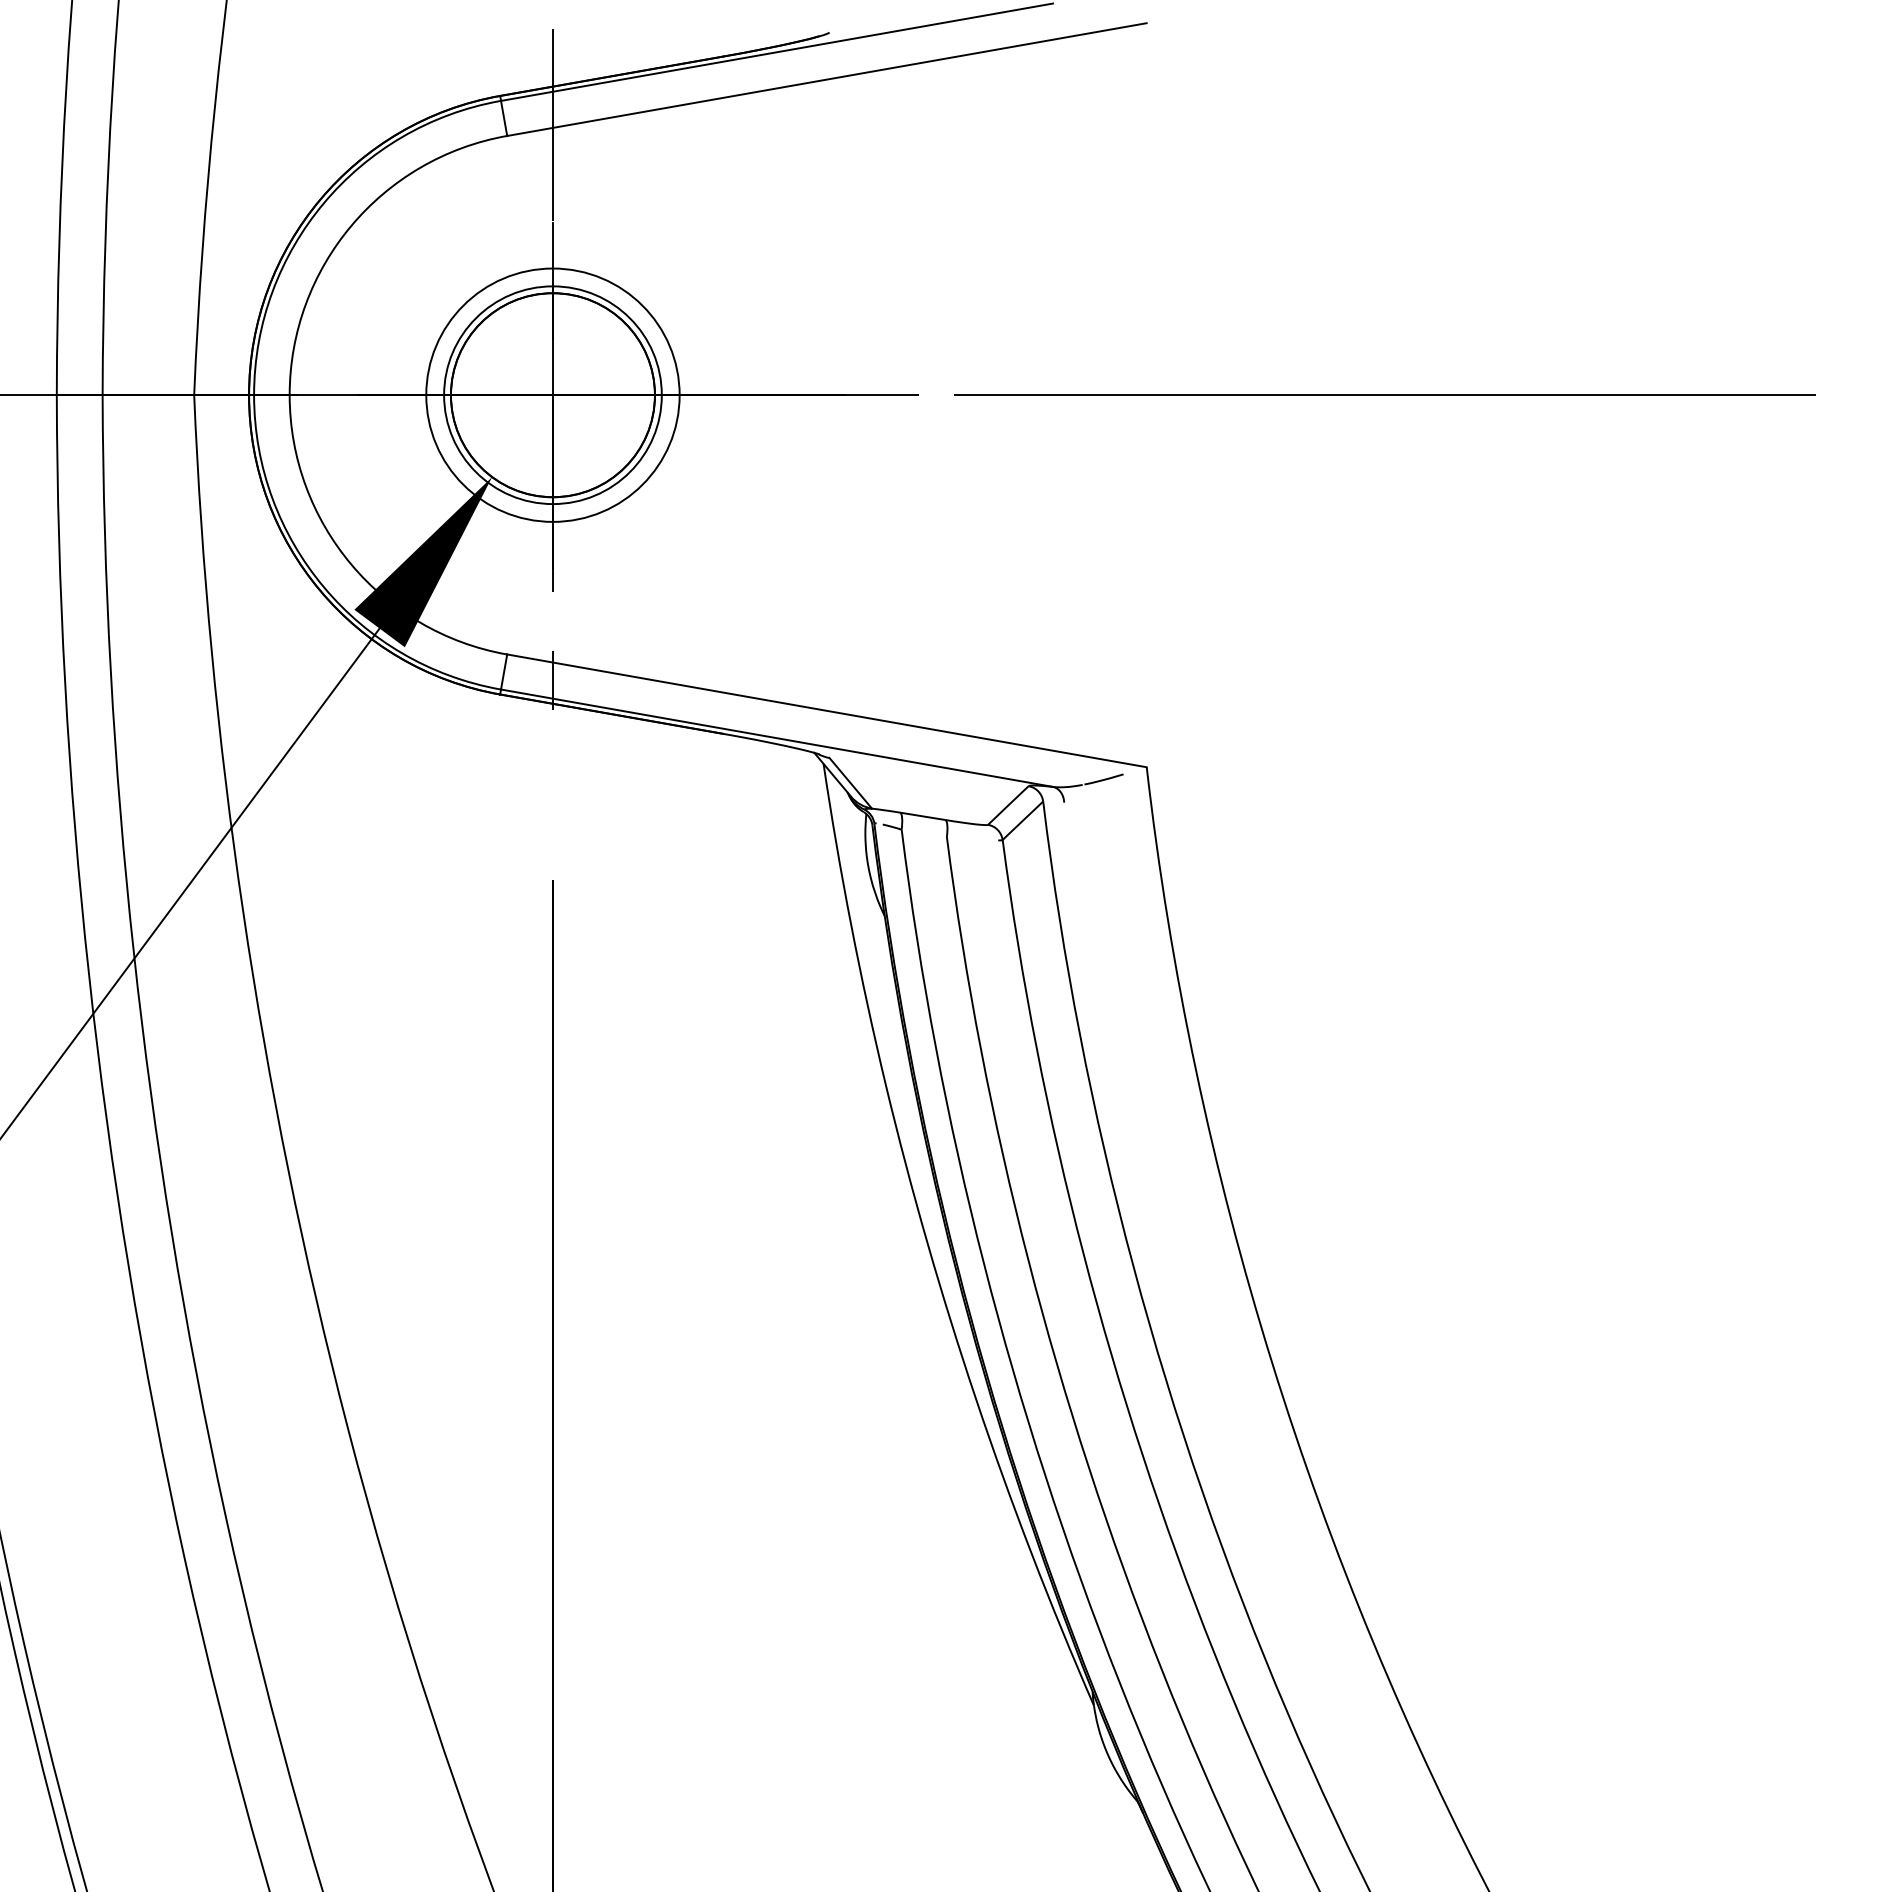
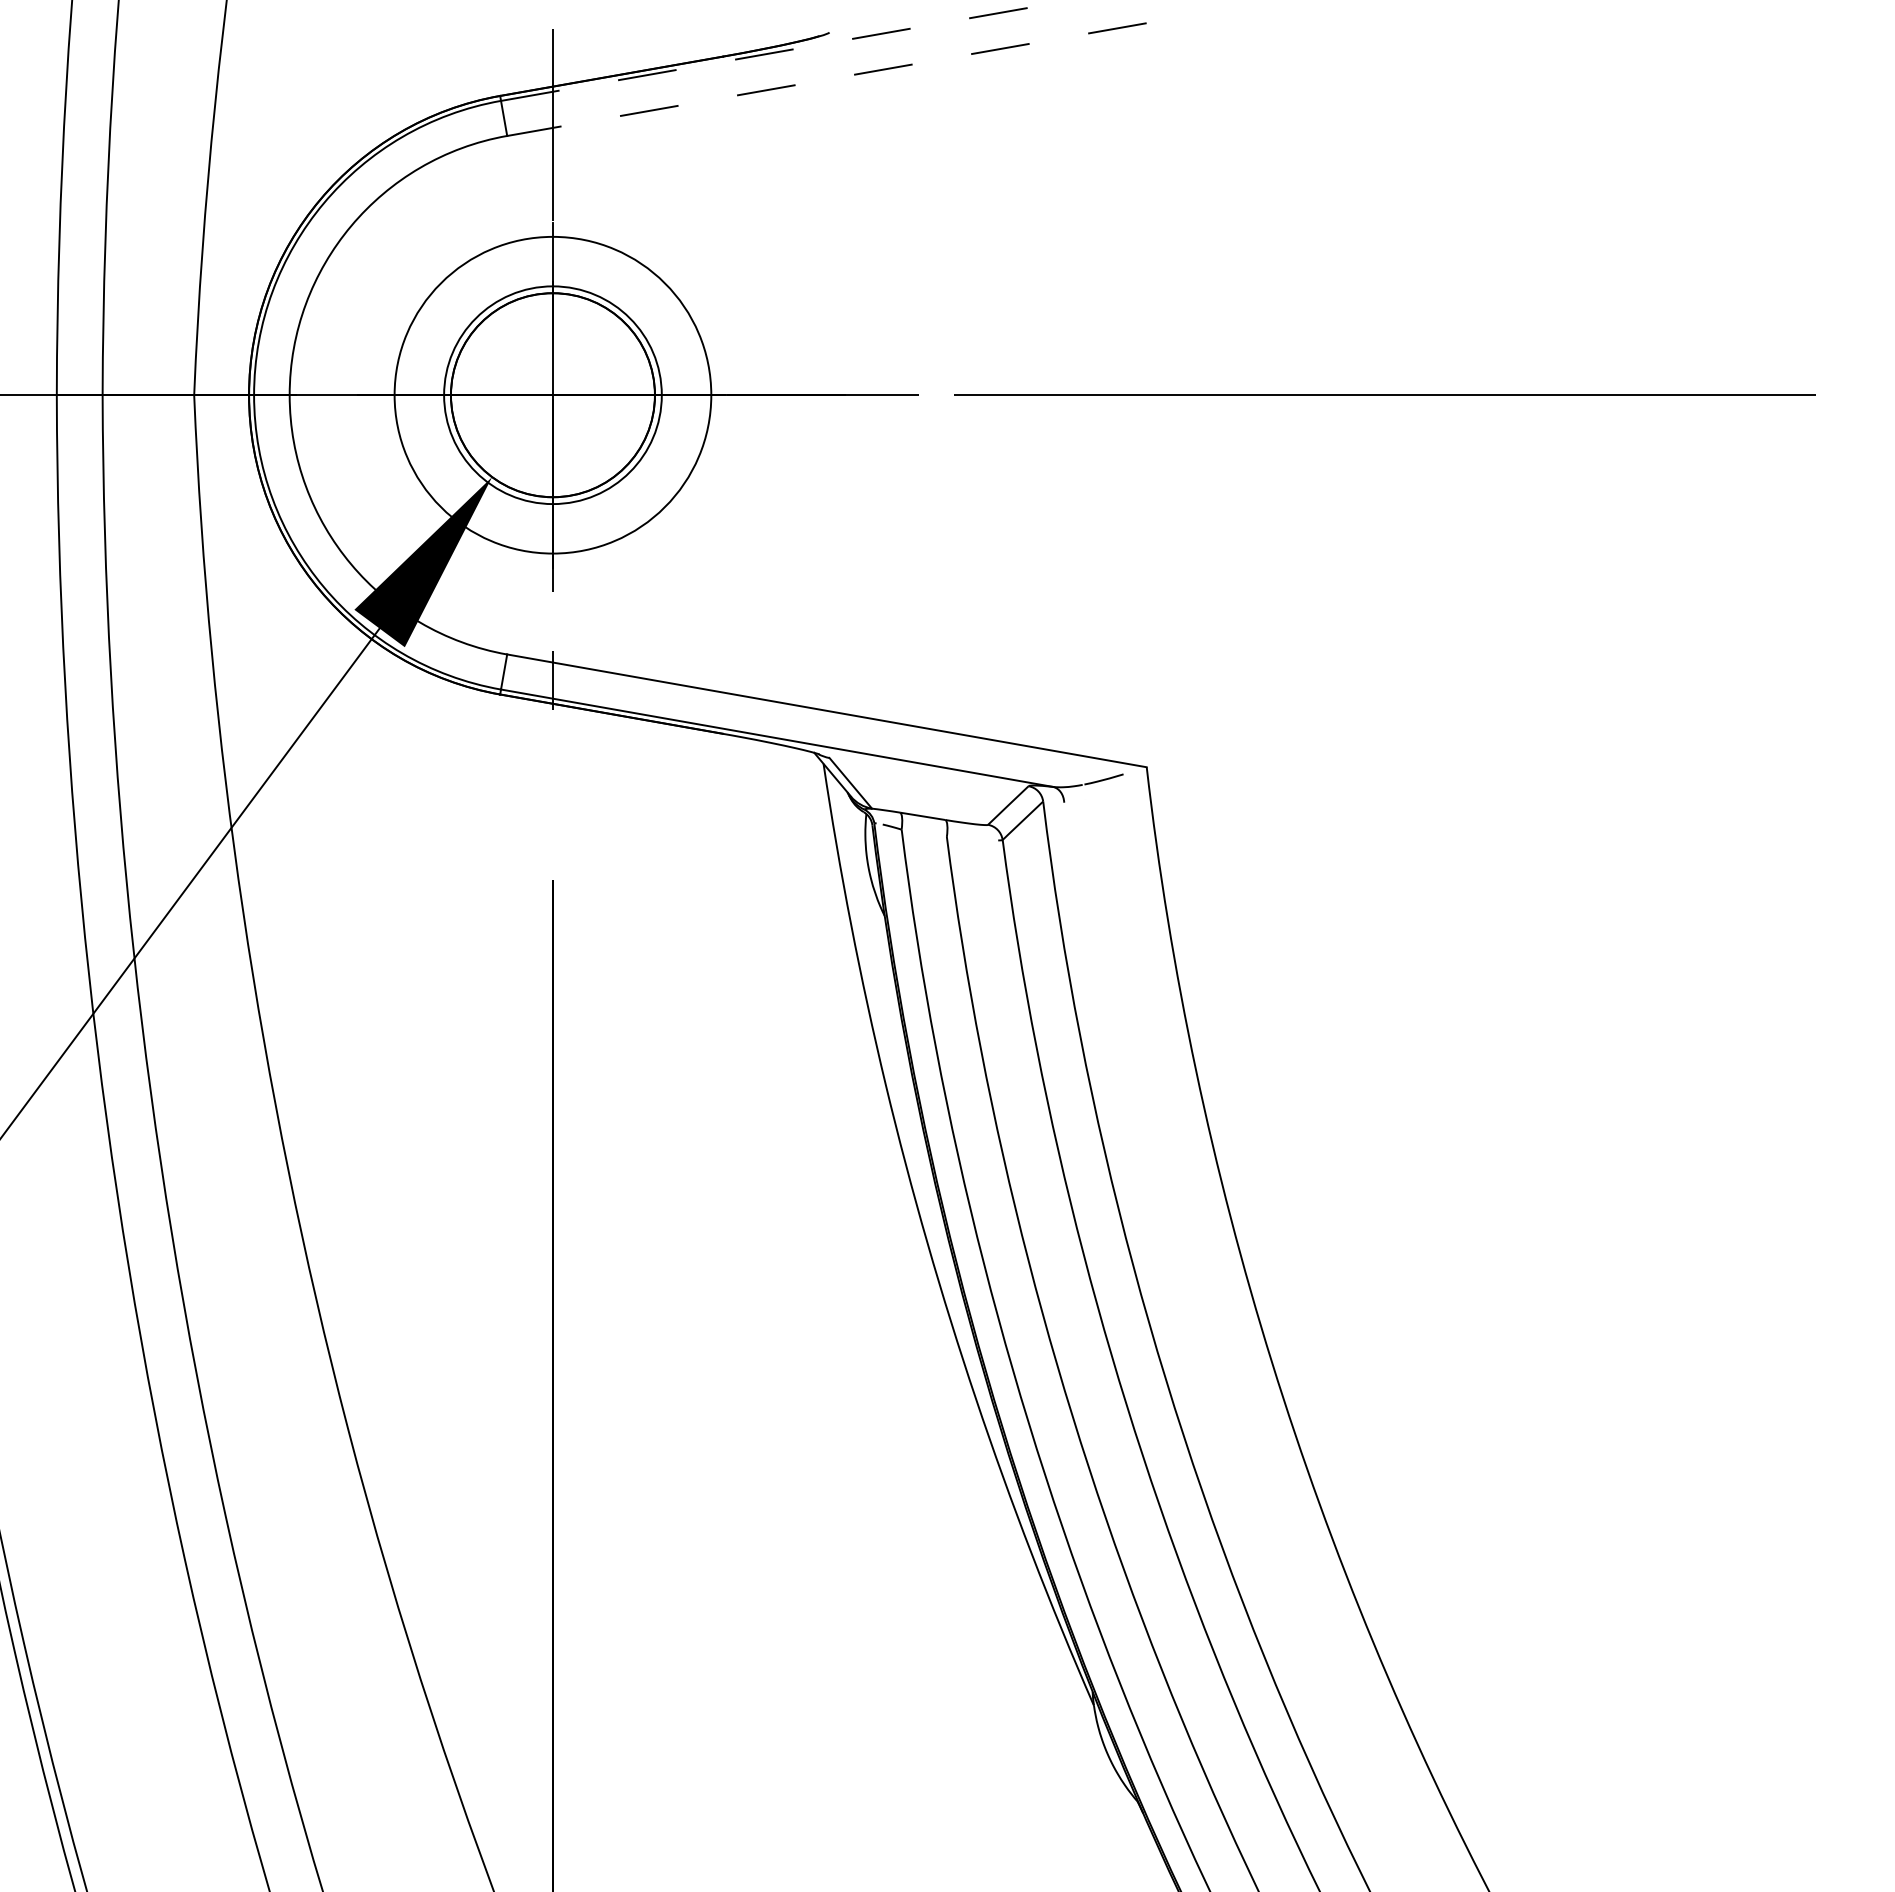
line at (777, 52): solid -> dashed
line at (826, 79): solid -> dashed
circle at (552, 394) diameter: 253 px -> 317 px
